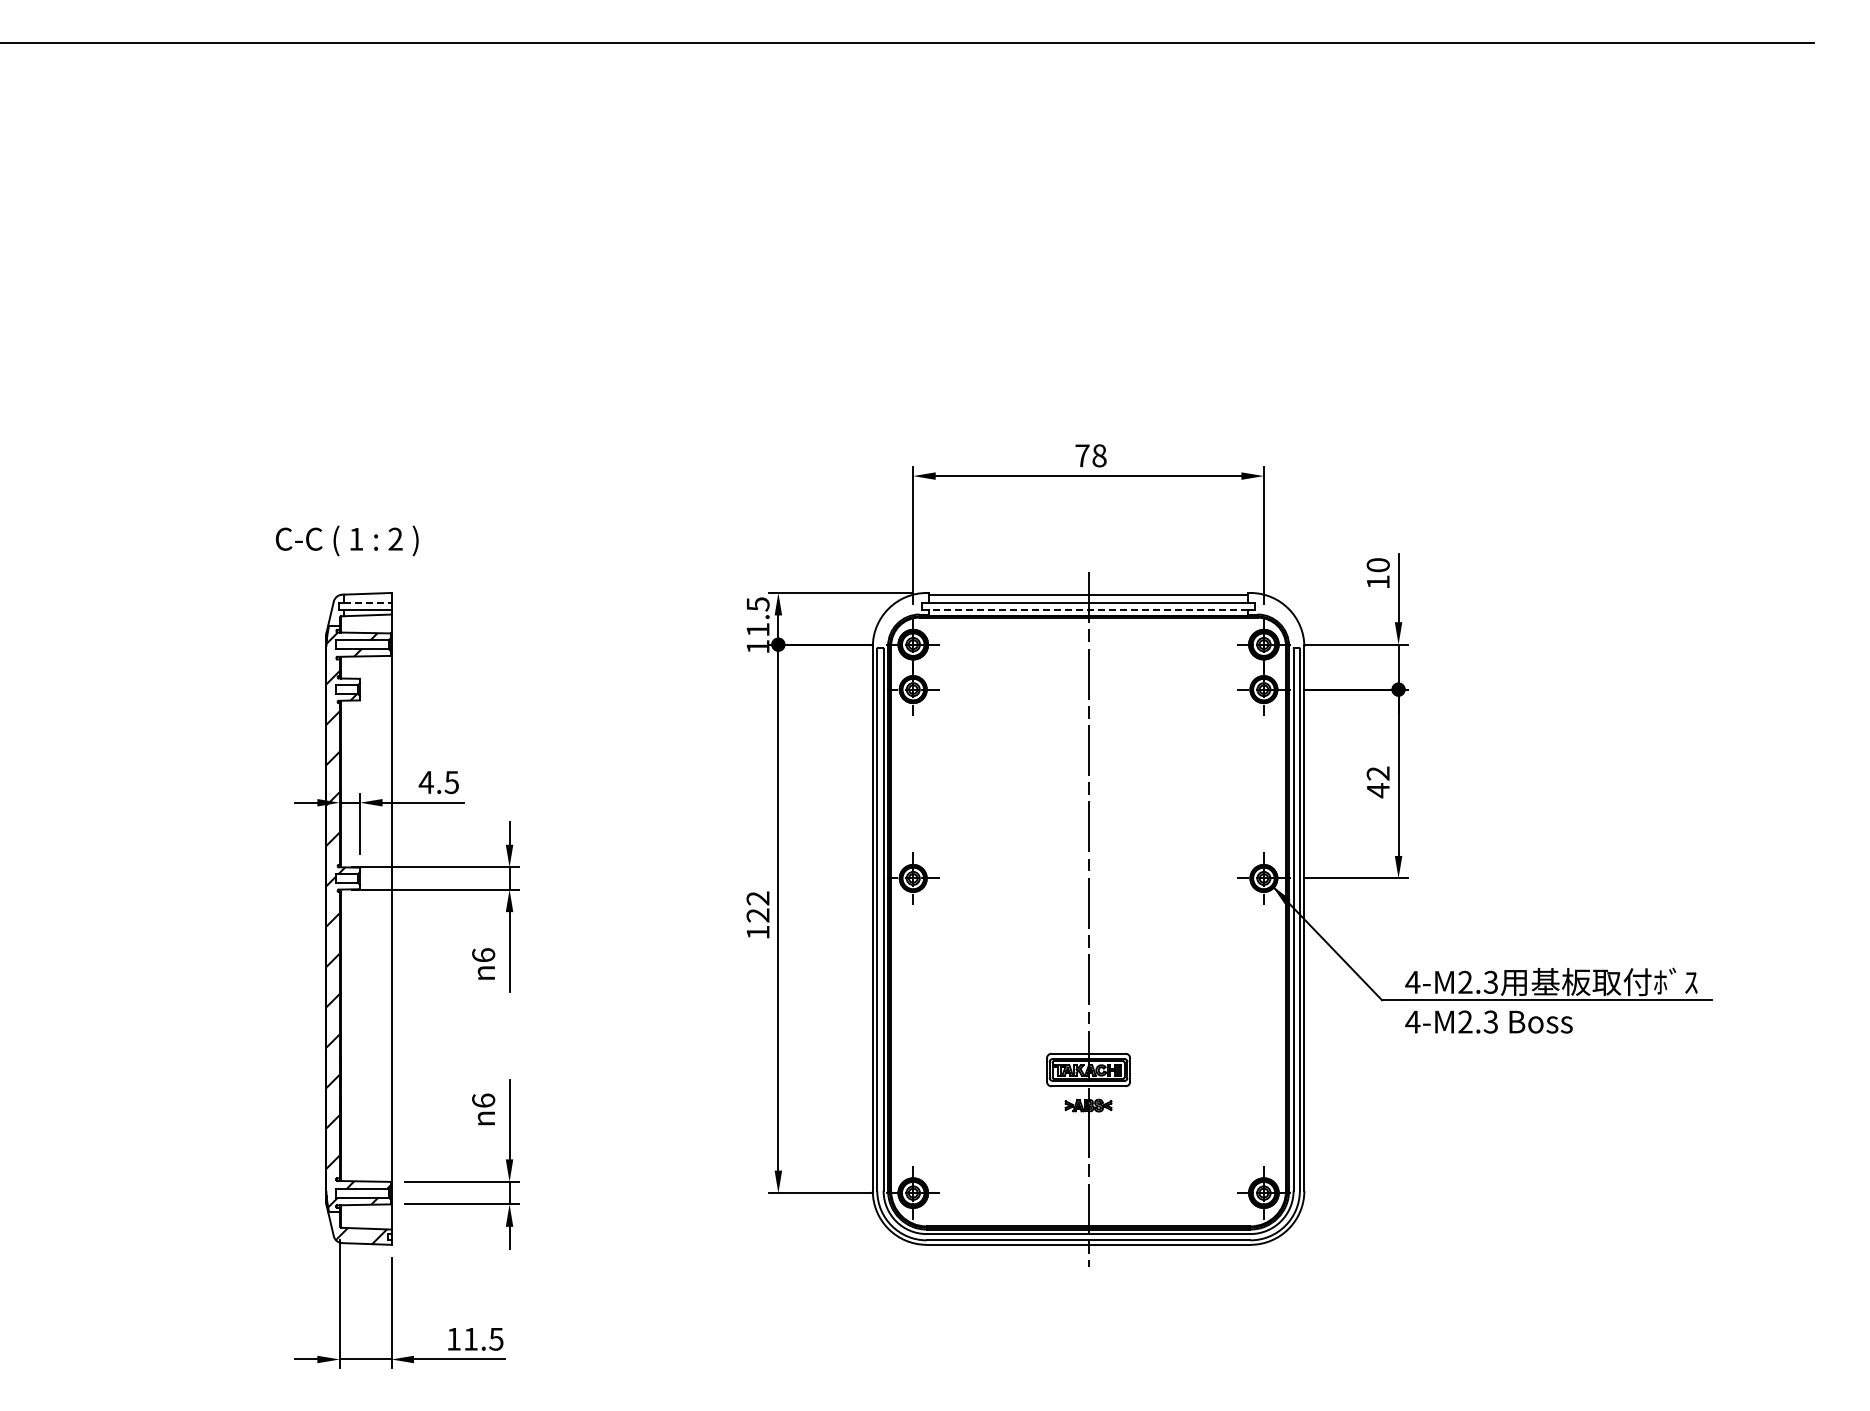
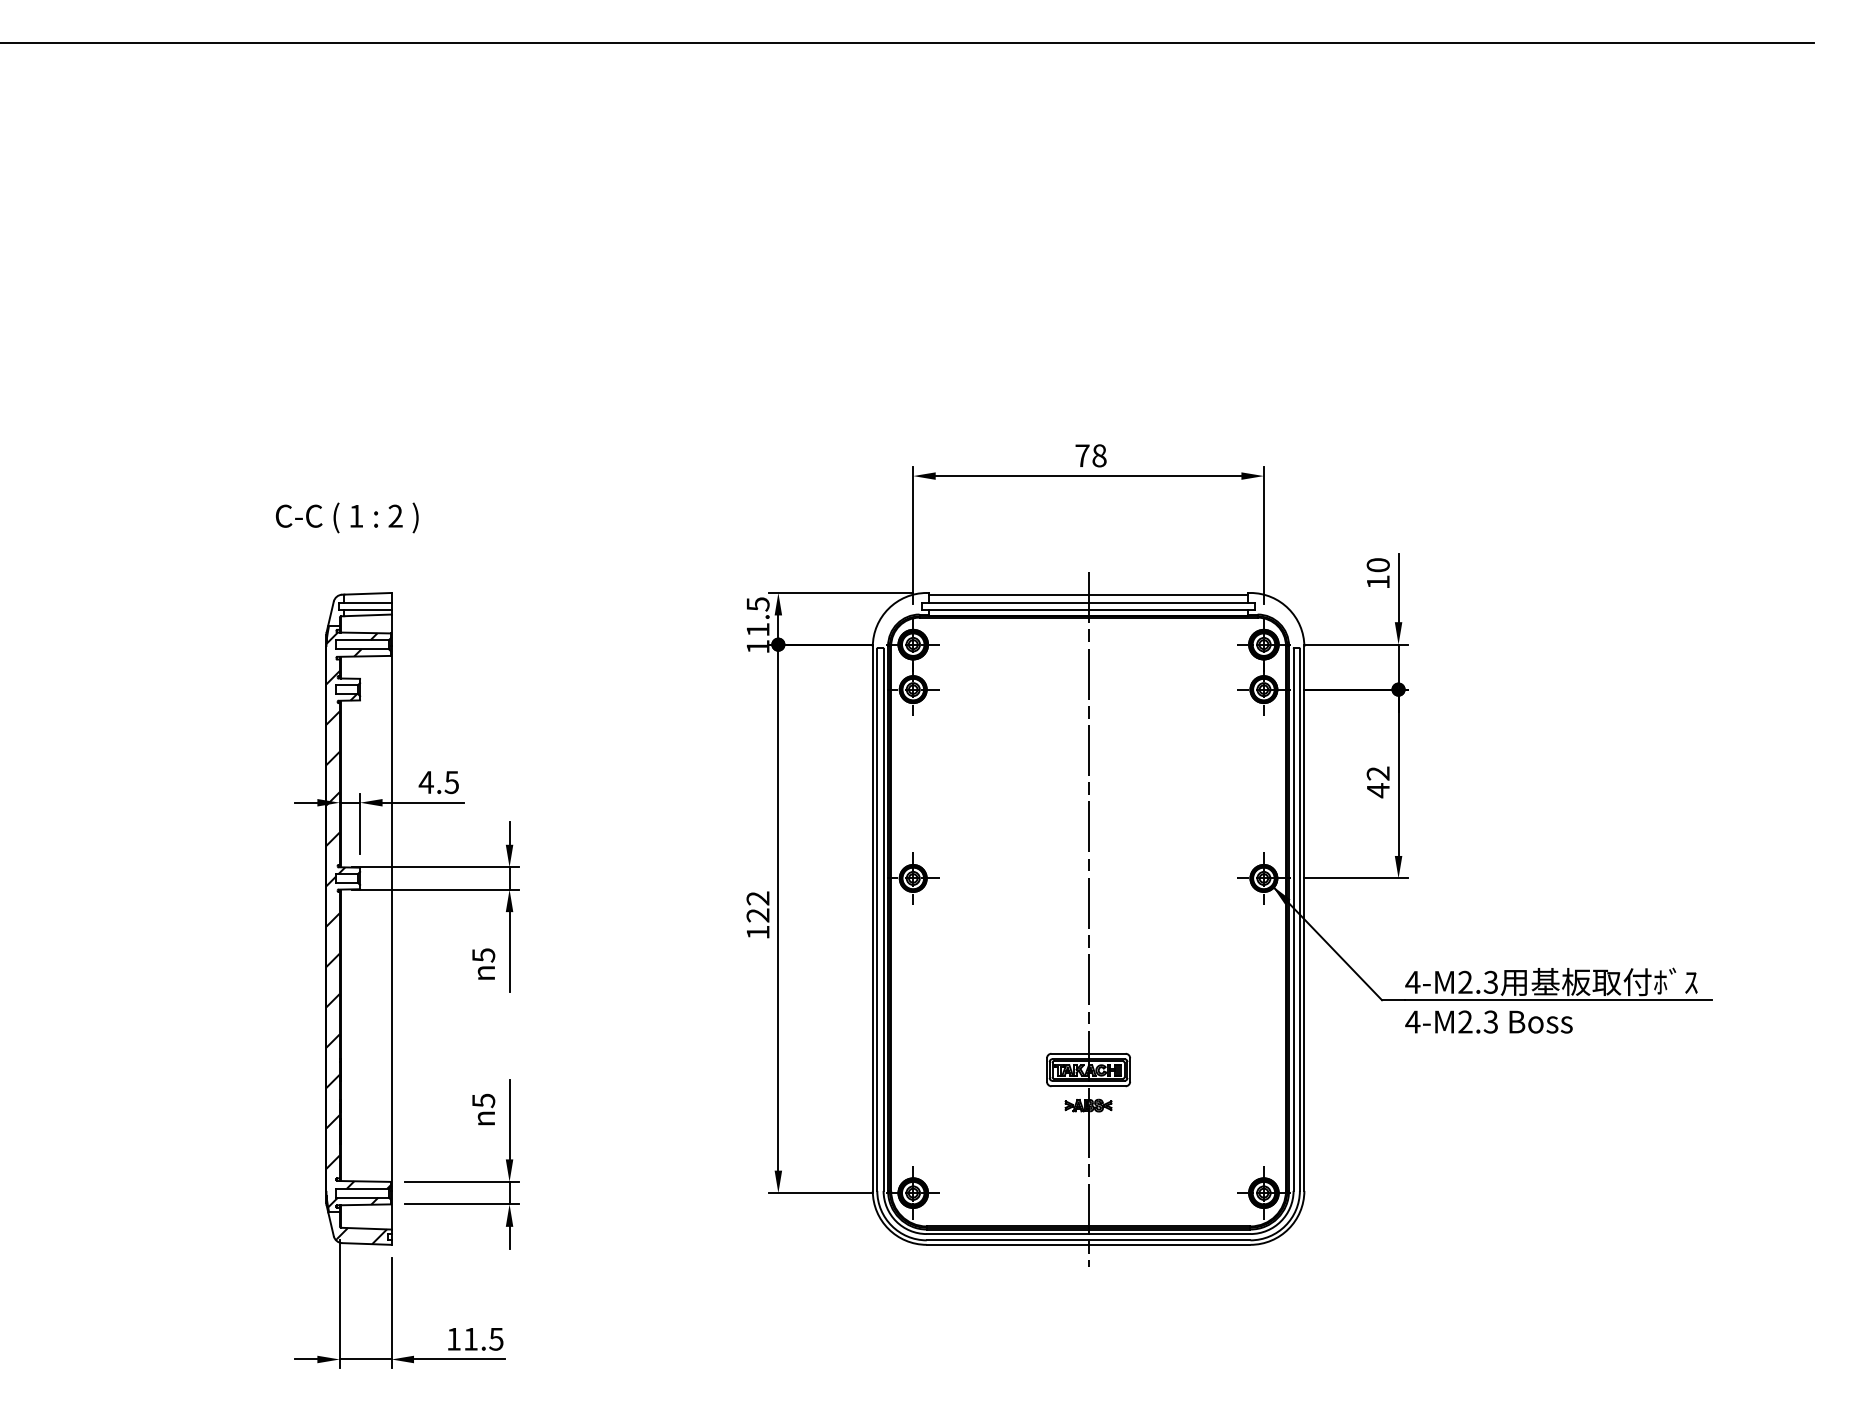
text at (347, 540) position: (347, 540) -> (347, 517)
line at (367, 602): dashed -> solid
line at (1088, 610): dashed -> solid
text at (483, 955): 6 -> 5
text at (483, 1100): 6 -> 5
